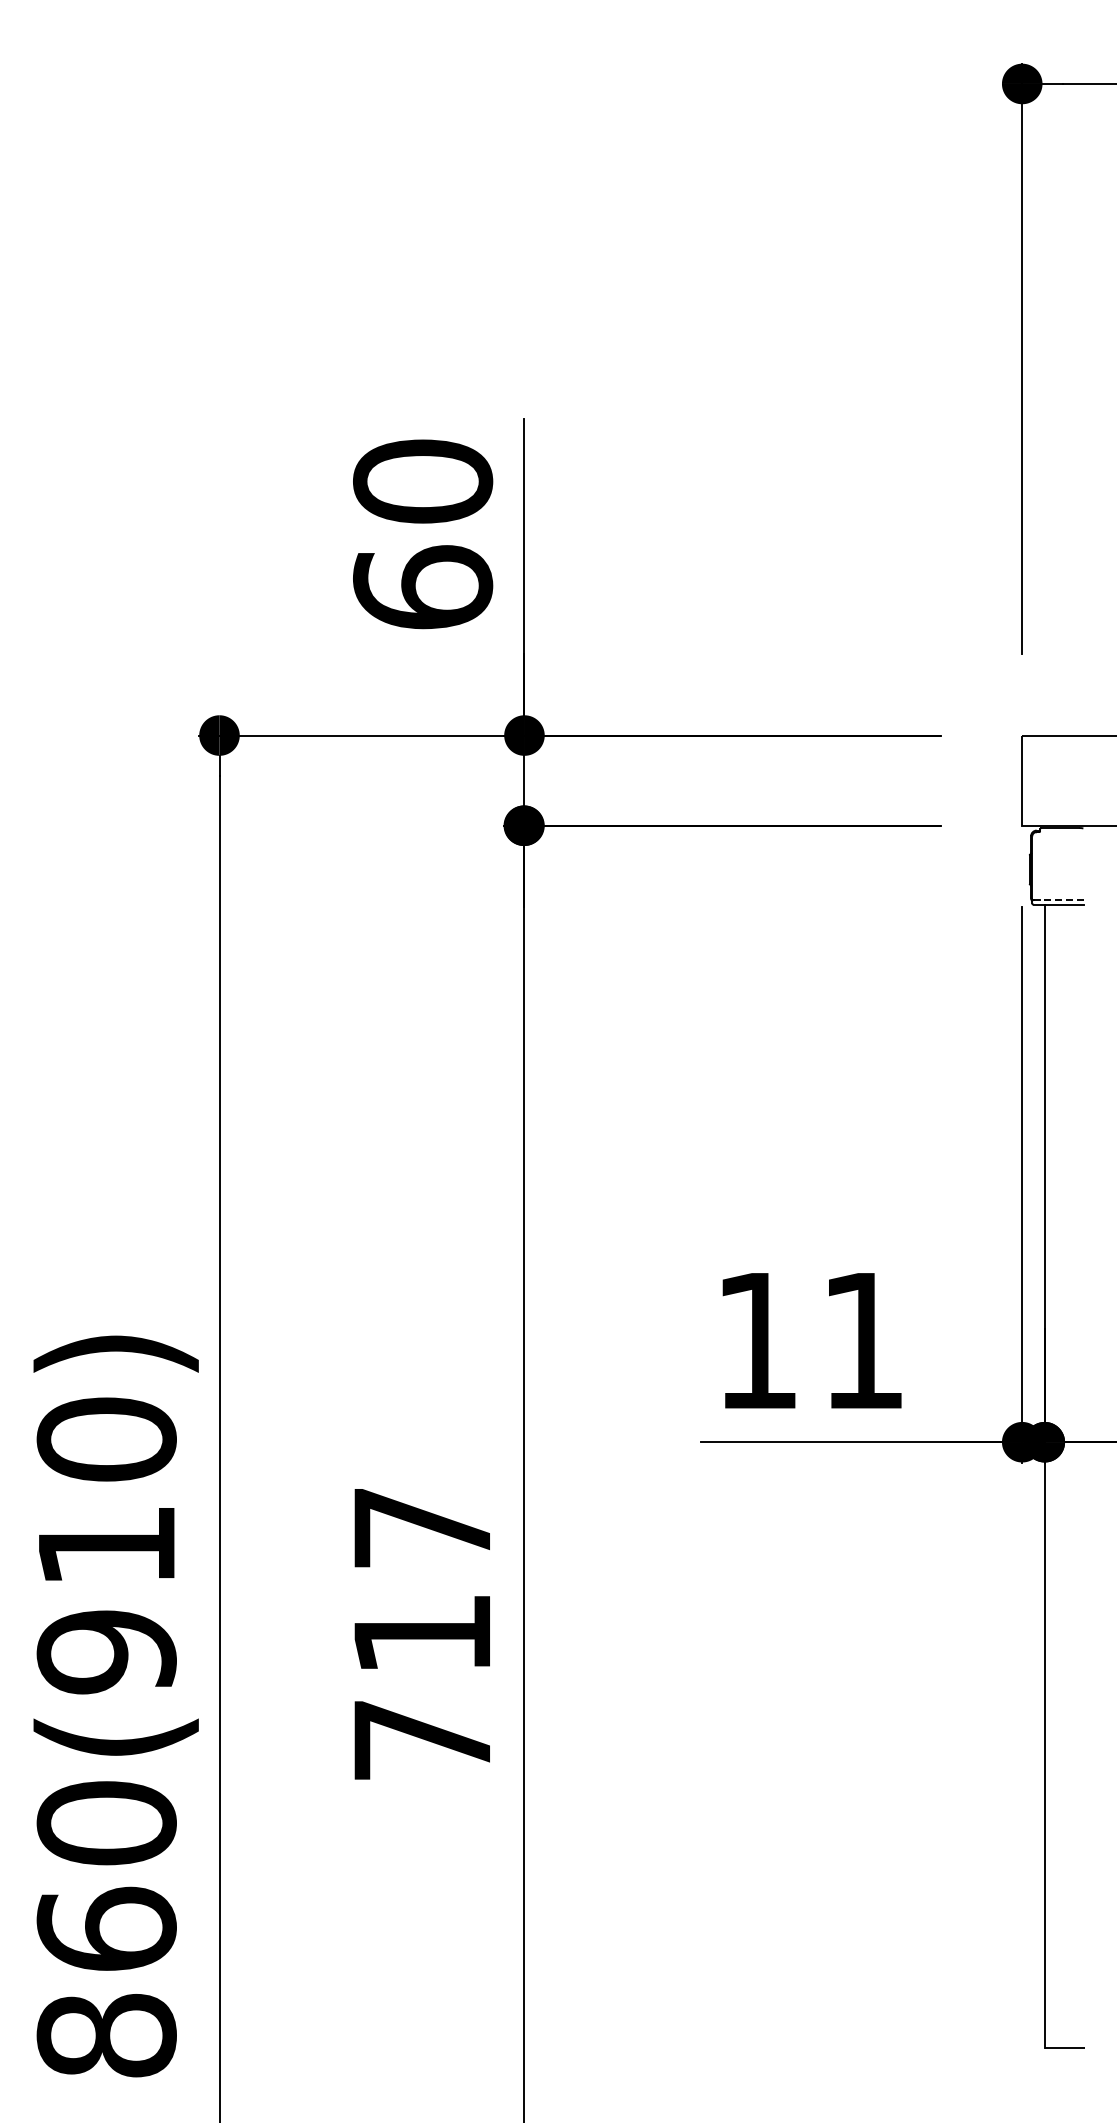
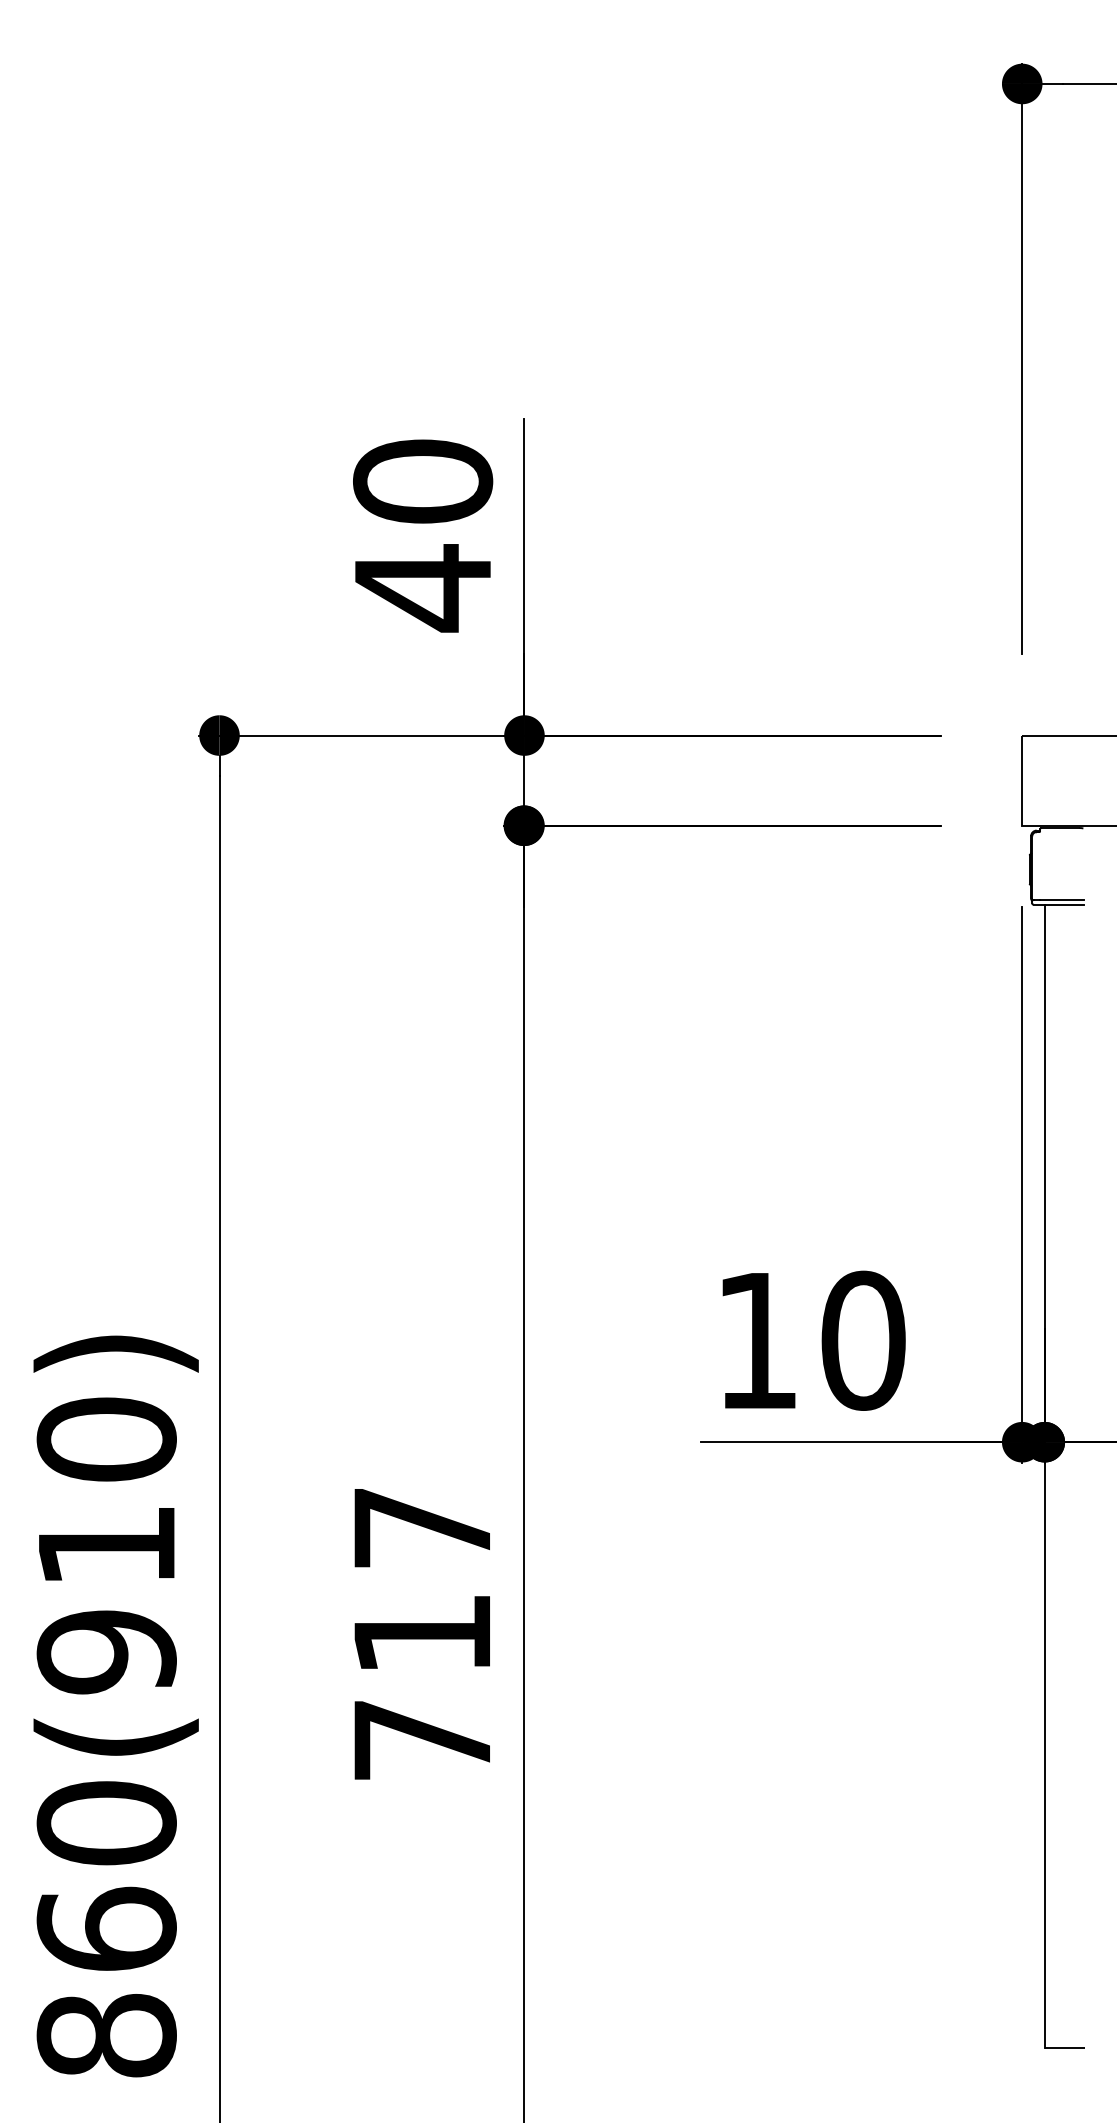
text at (423, 588): 60 -> 40
line at (1062, 900): dashed -> solid
text at (863, 1340): 11 -> 10
